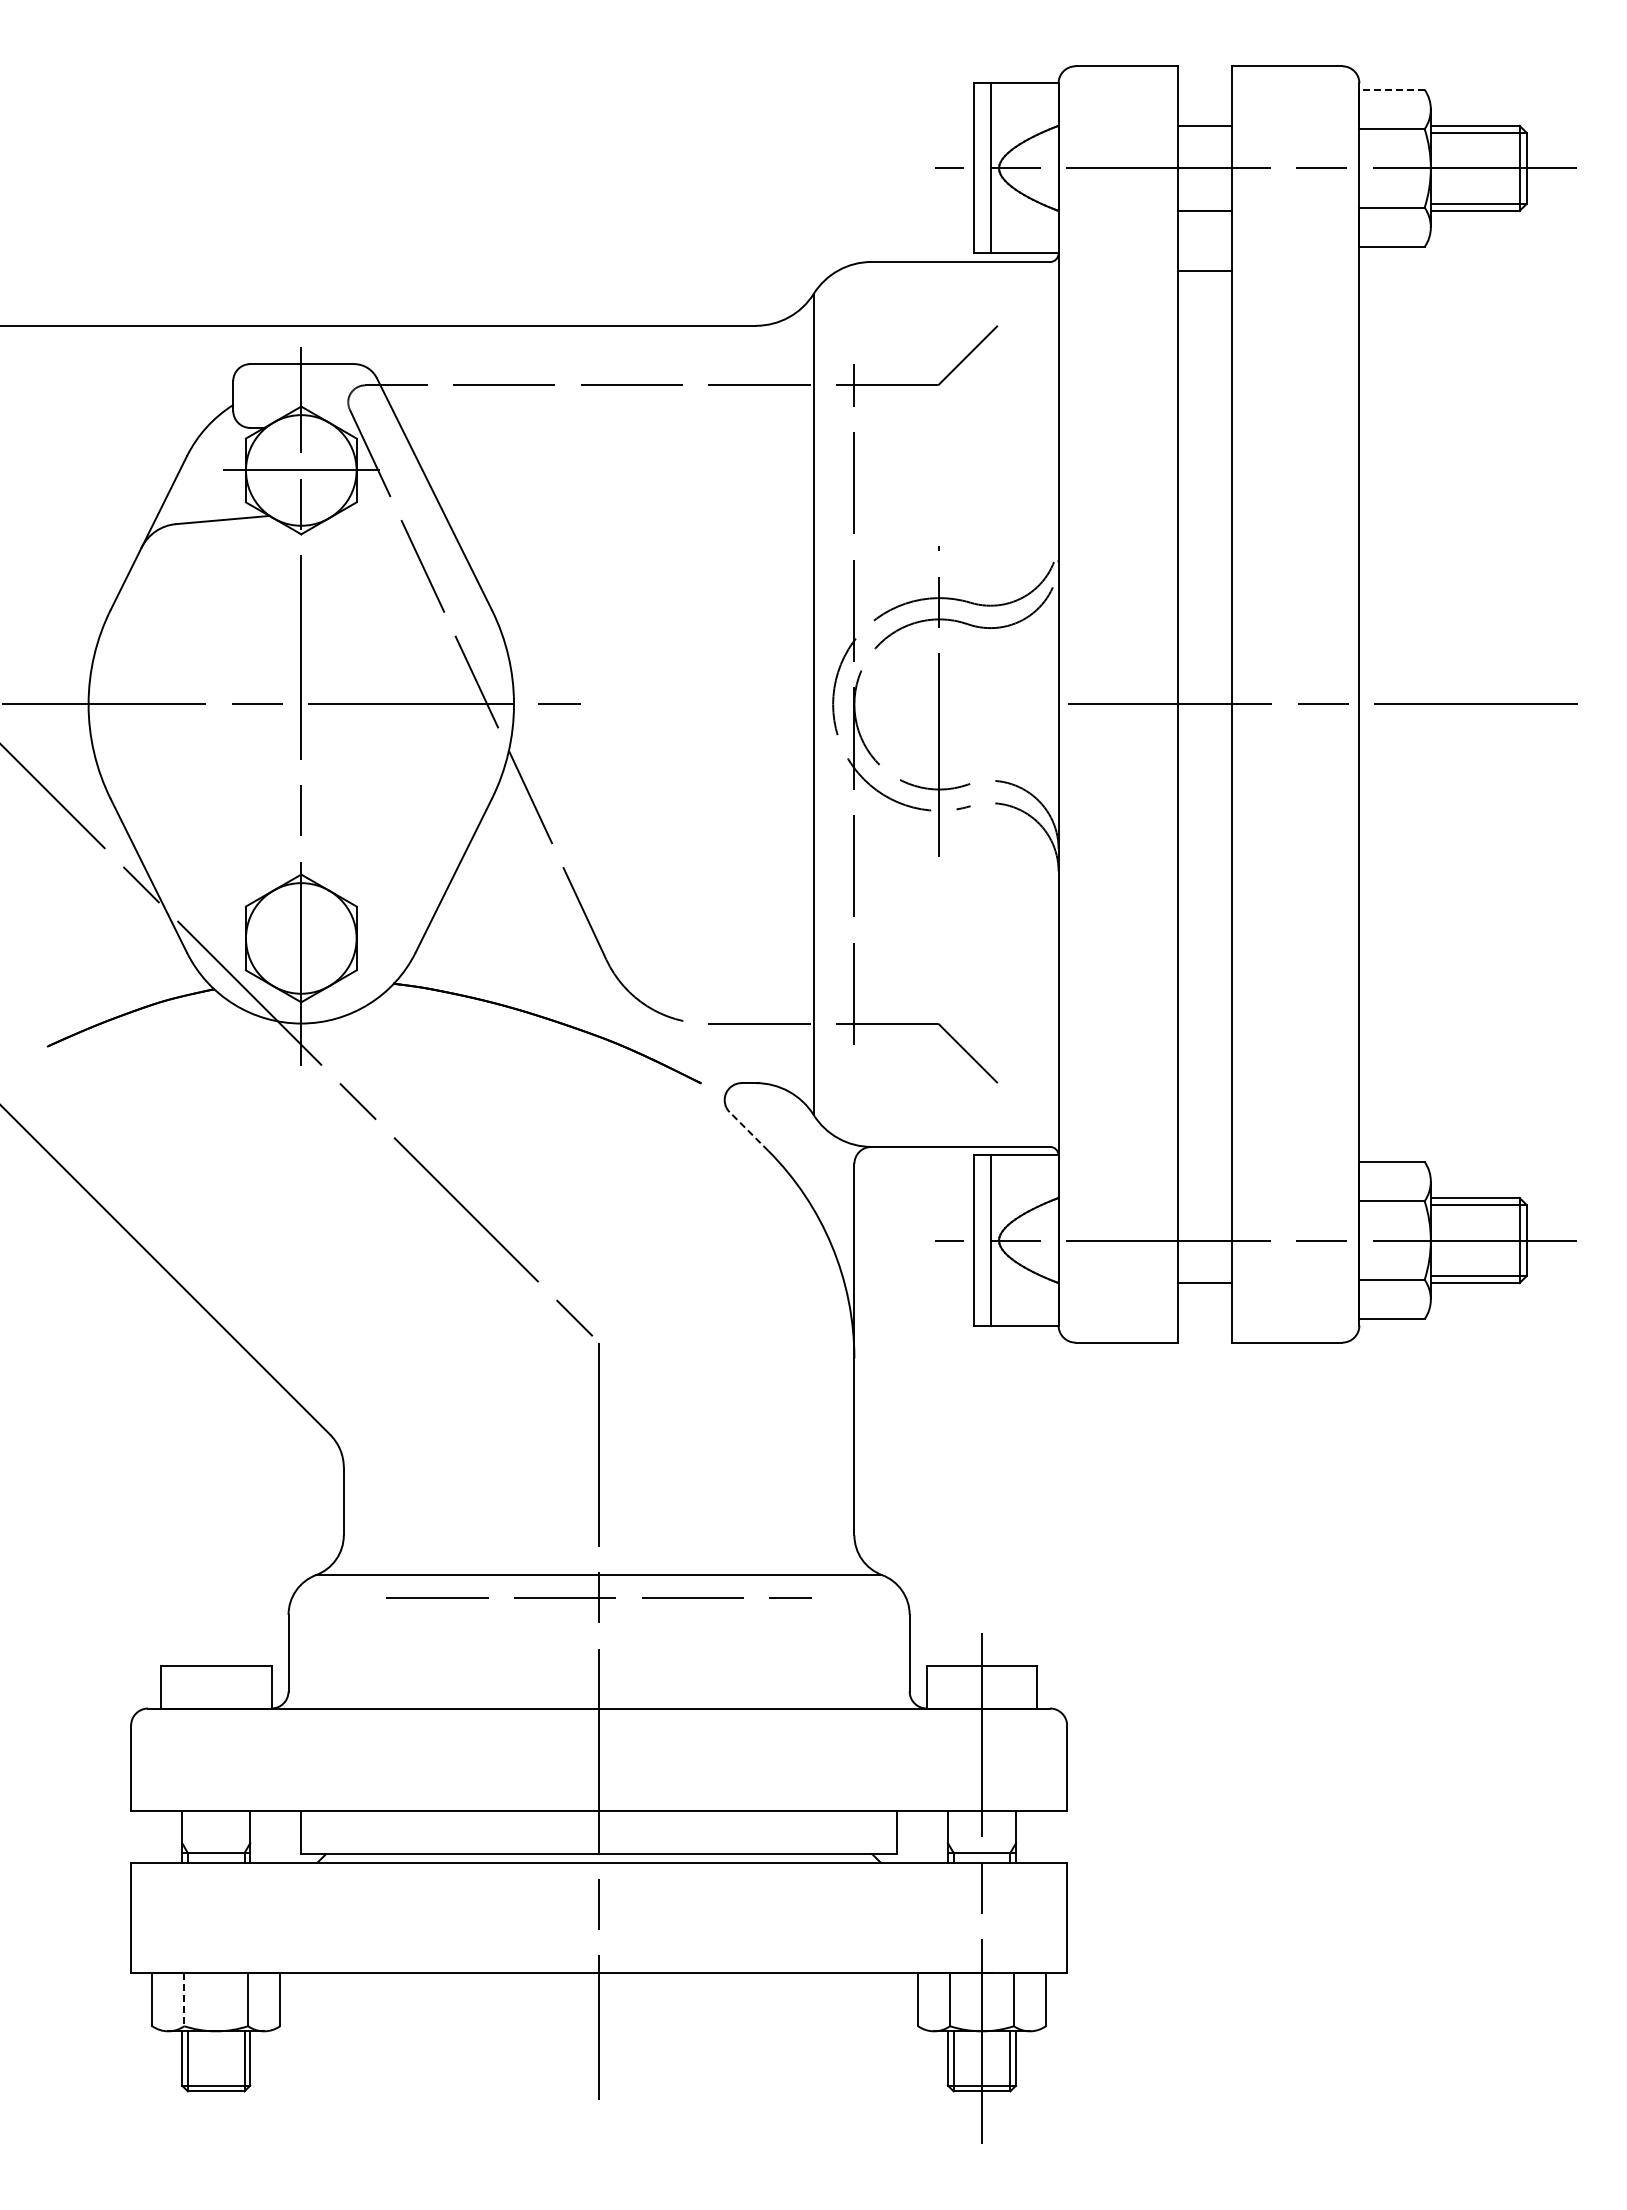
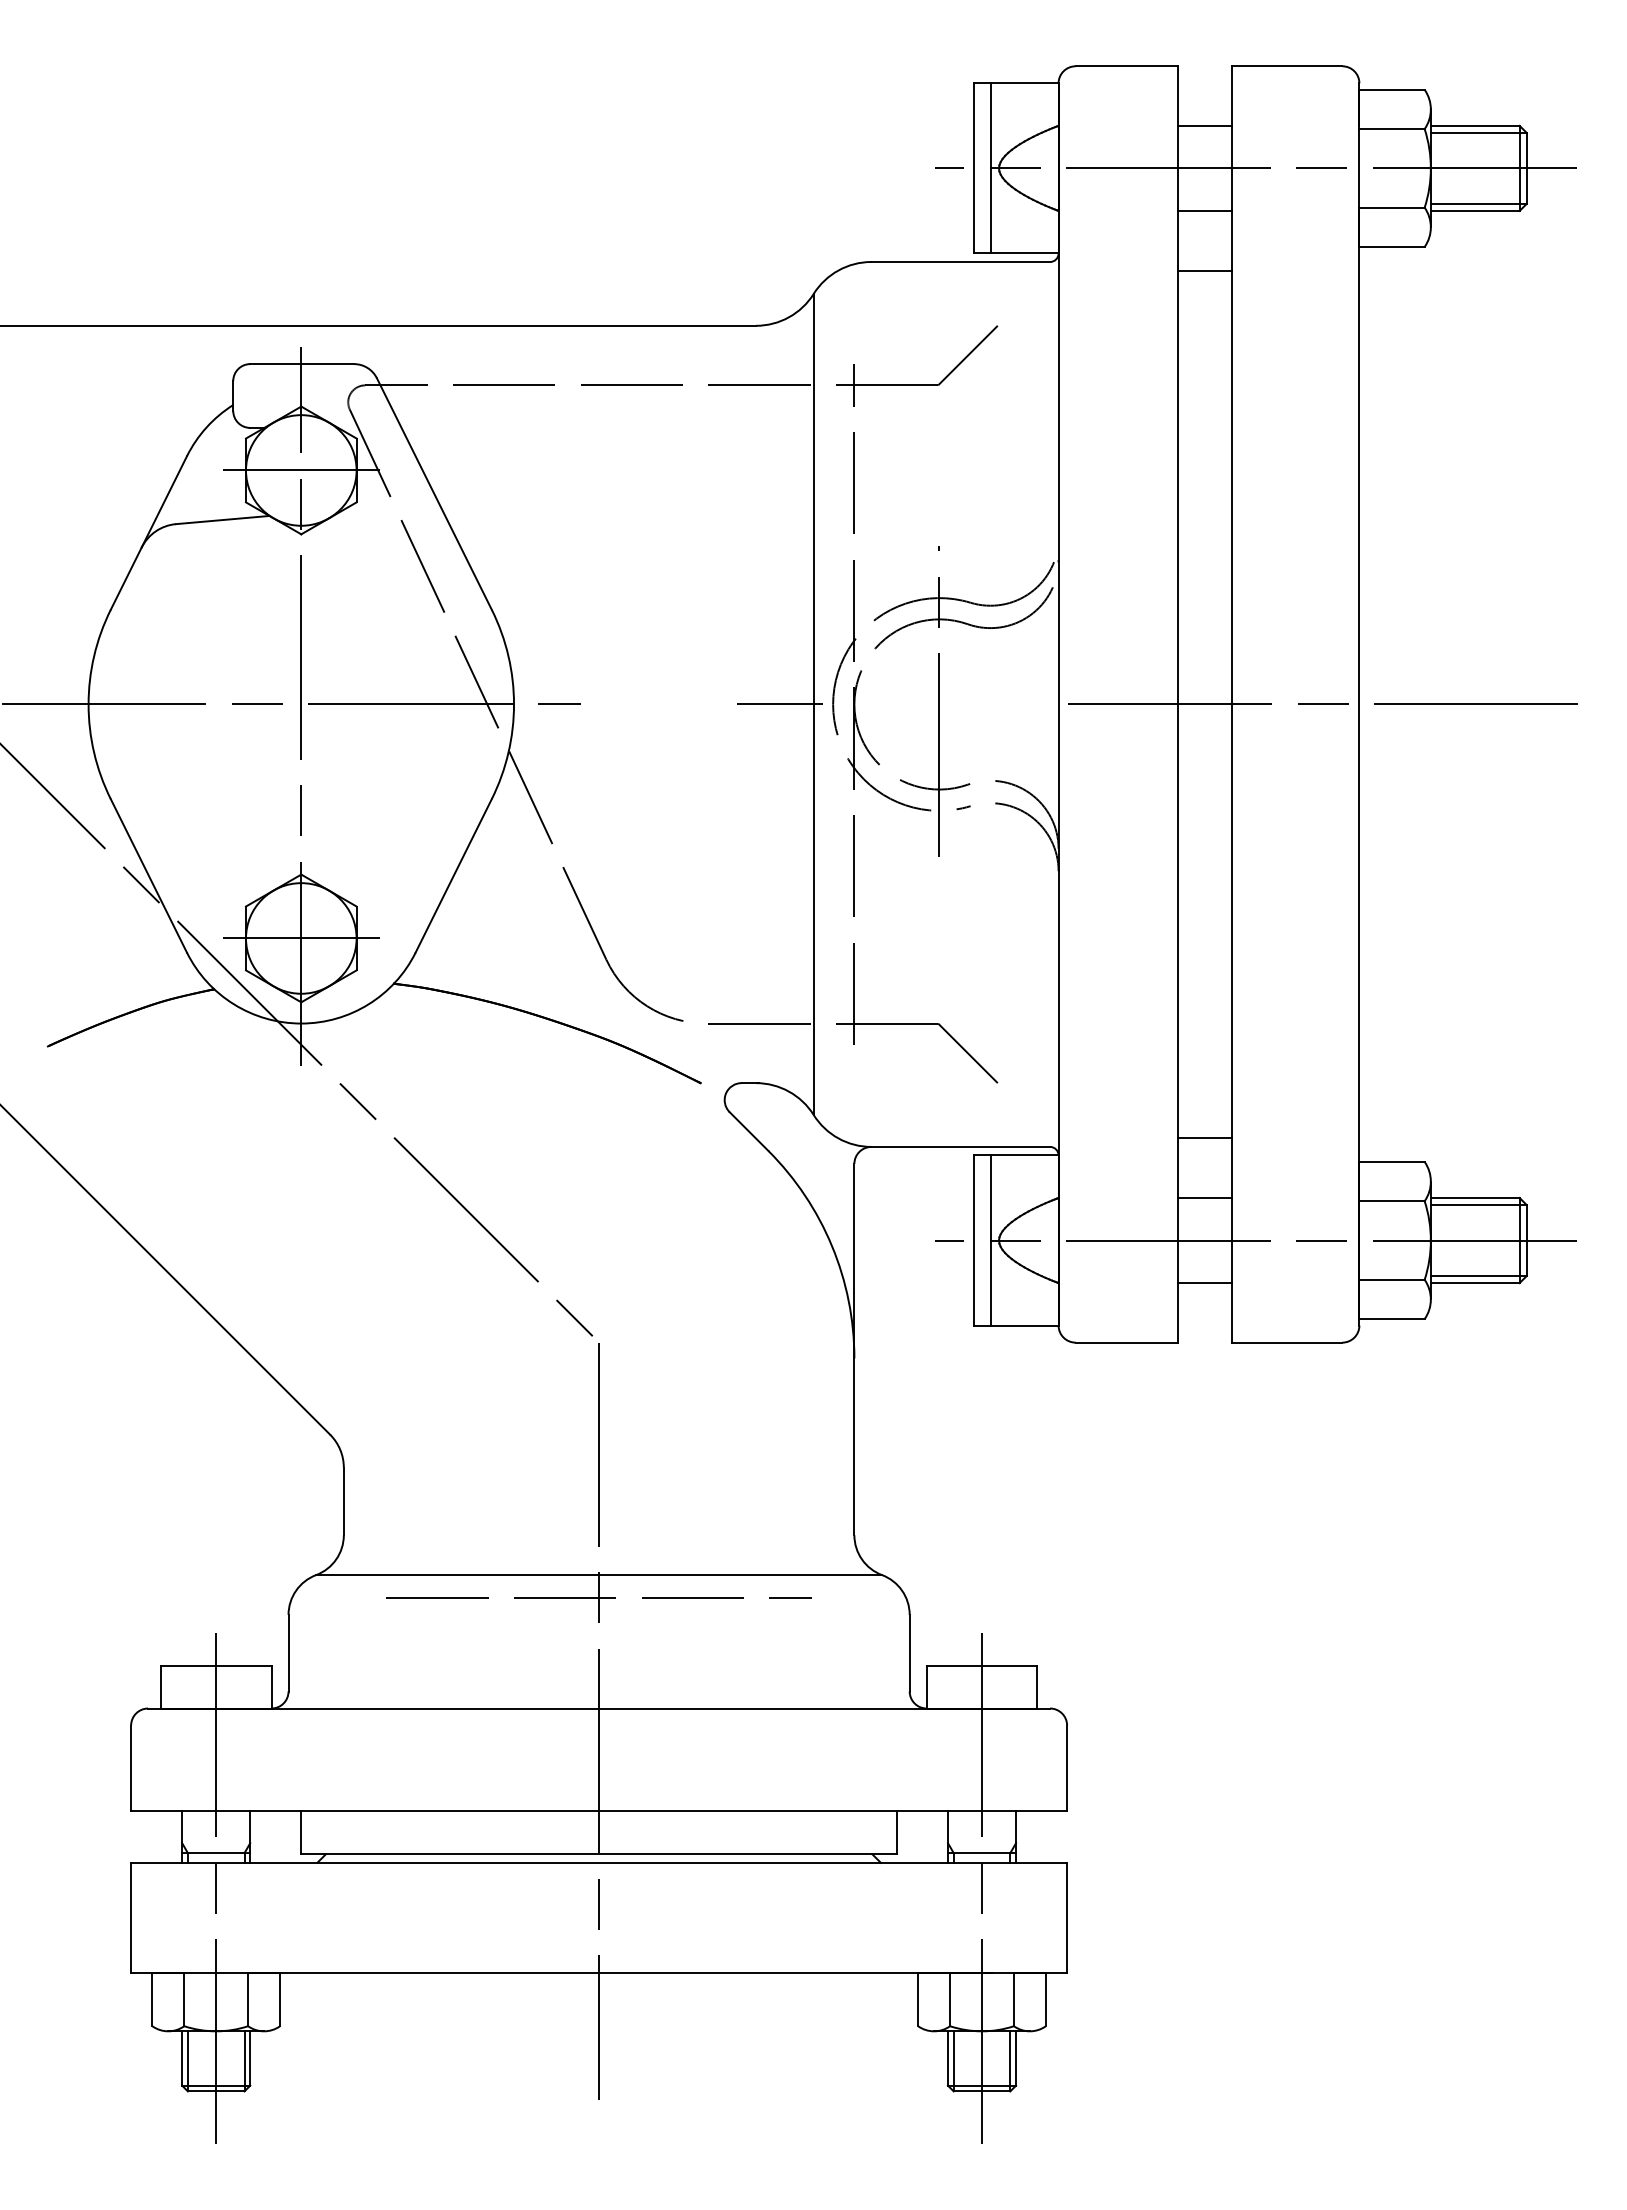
line at (1392, 89): dashed -> solid
line at (780, 704): none -> present
line at (301, 938): none -> present
line at (748, 1131): dashed -> solid
line at (1204, 1138): none -> present
line at (1204, 1197): none -> present
line at (216, 1885): none -> present
line at (184, 2000): dashed -> solid
